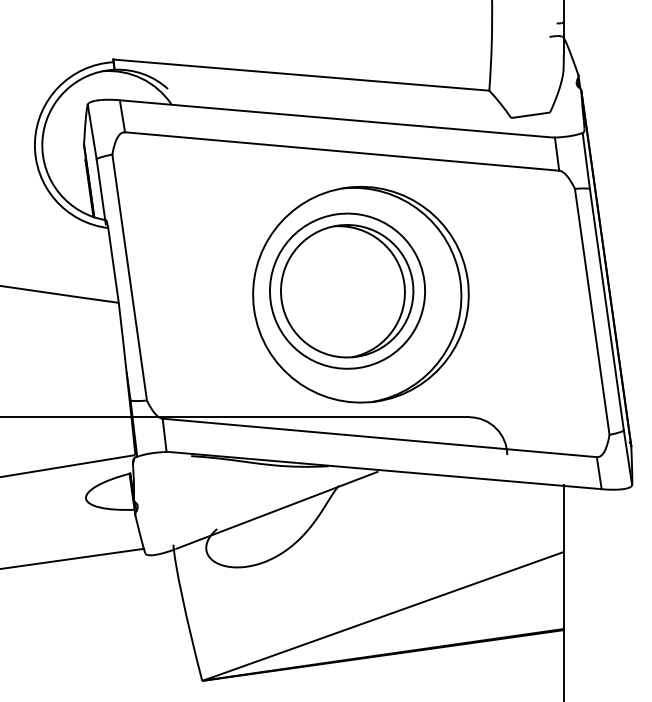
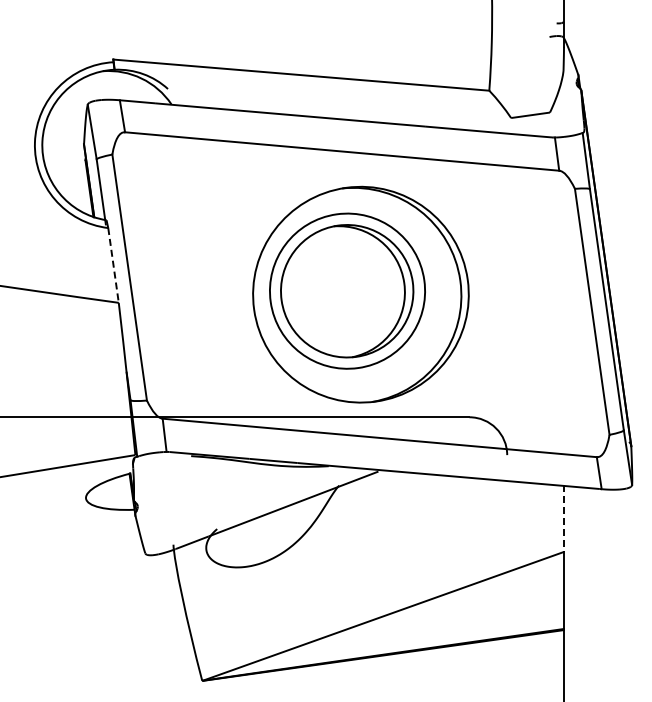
line at (113, 265): solid -> dashed
line at (563, 519): solid -> dashed
line at (73, 558): present -> none
